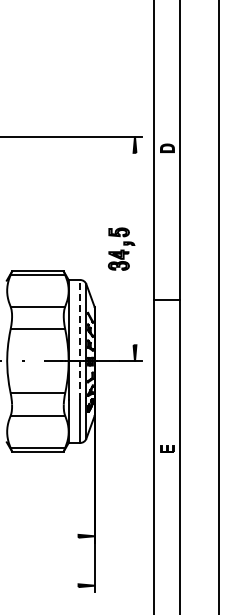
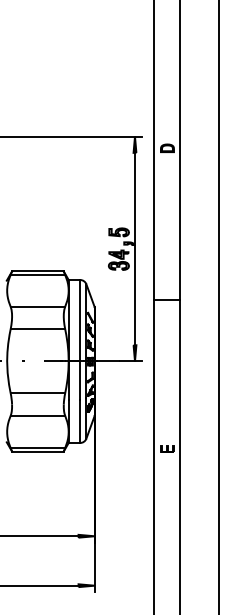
line at (135, 248): none -> present
line at (80, 339): dashed -> solid
line at (40, 536): none -> present
line at (40, 585): none -> present
